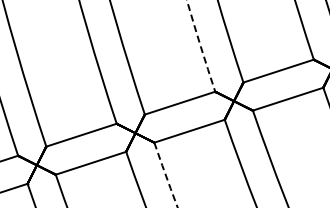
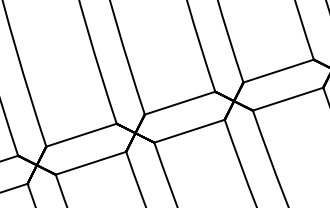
arc at (200, 46): dashed -> solid
arc at (166, 176): dashed -> solid
